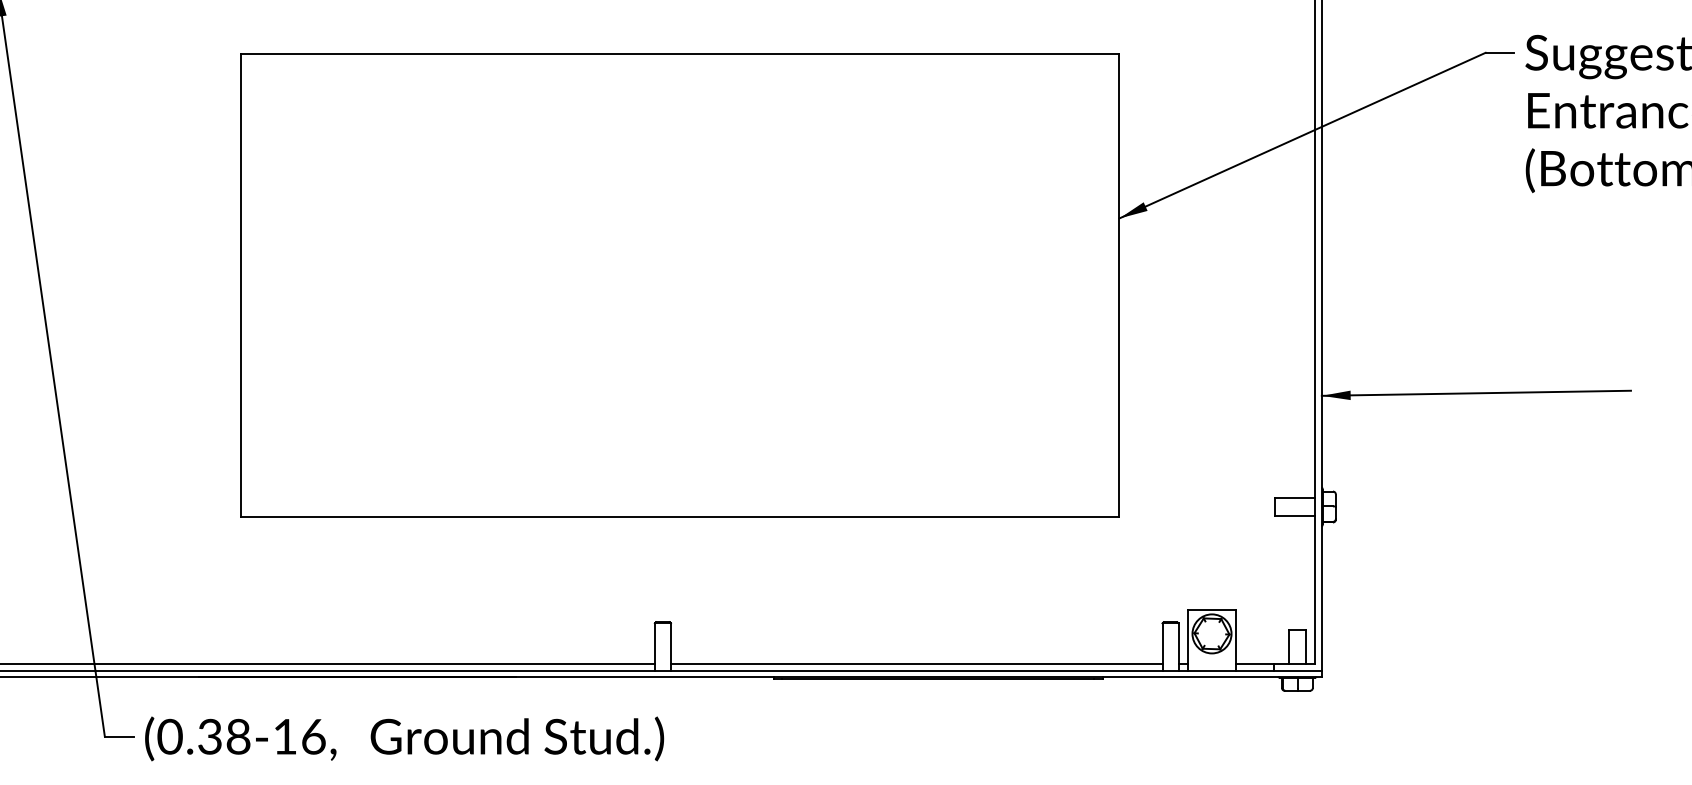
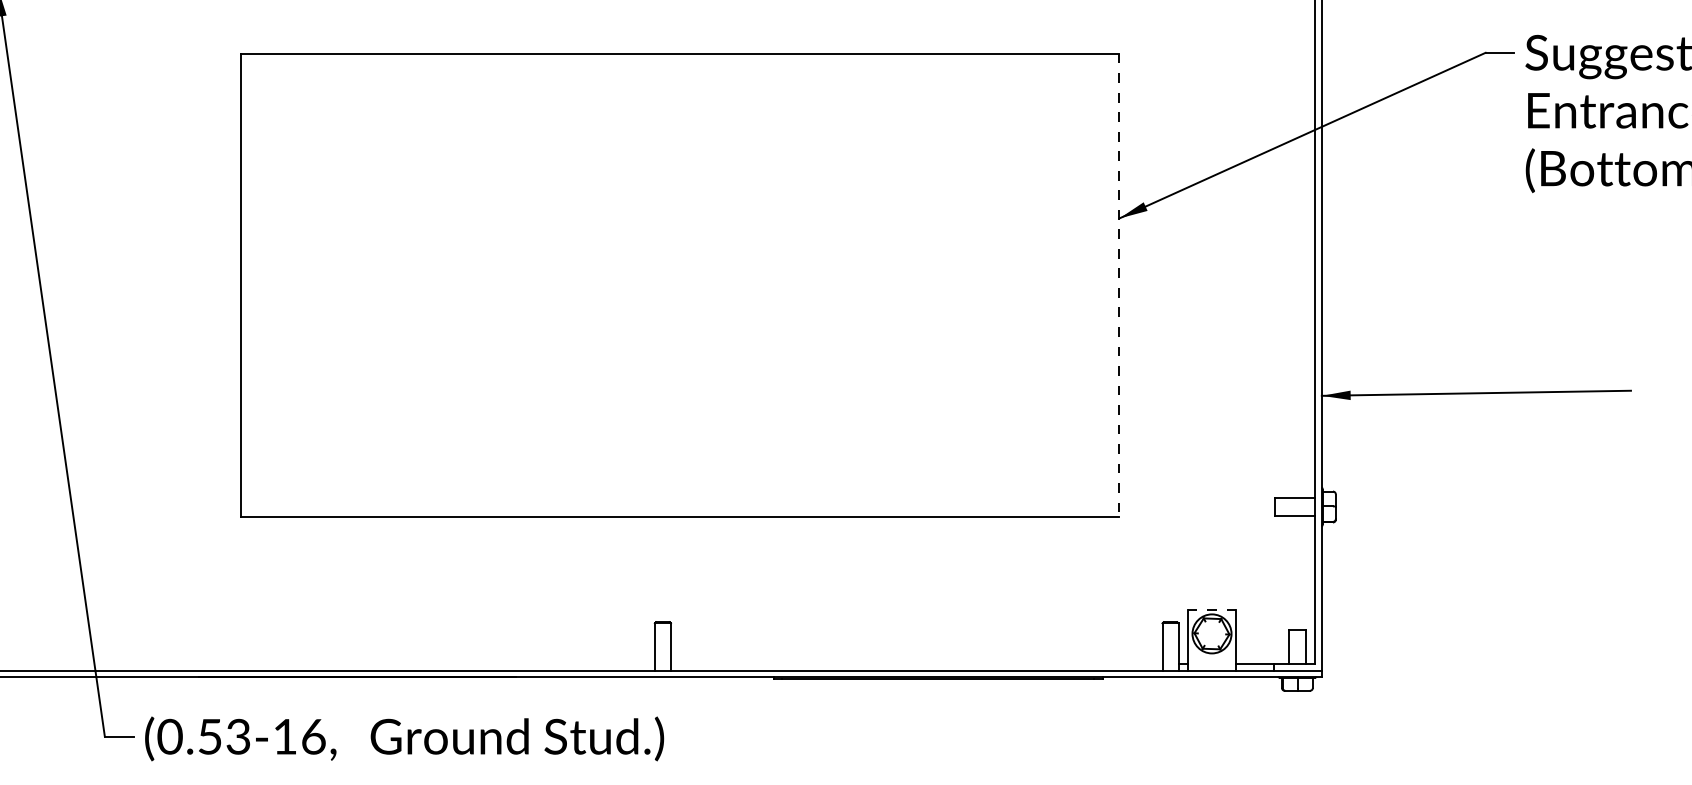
line at (1119, 285): solid -> dashed
line at (1211, 609): solid -> dashed
line at (328, 663): present -> none
line at (916, 663): present -> none
text at (224, 736): (0.38-16, -> (0.53-16,
